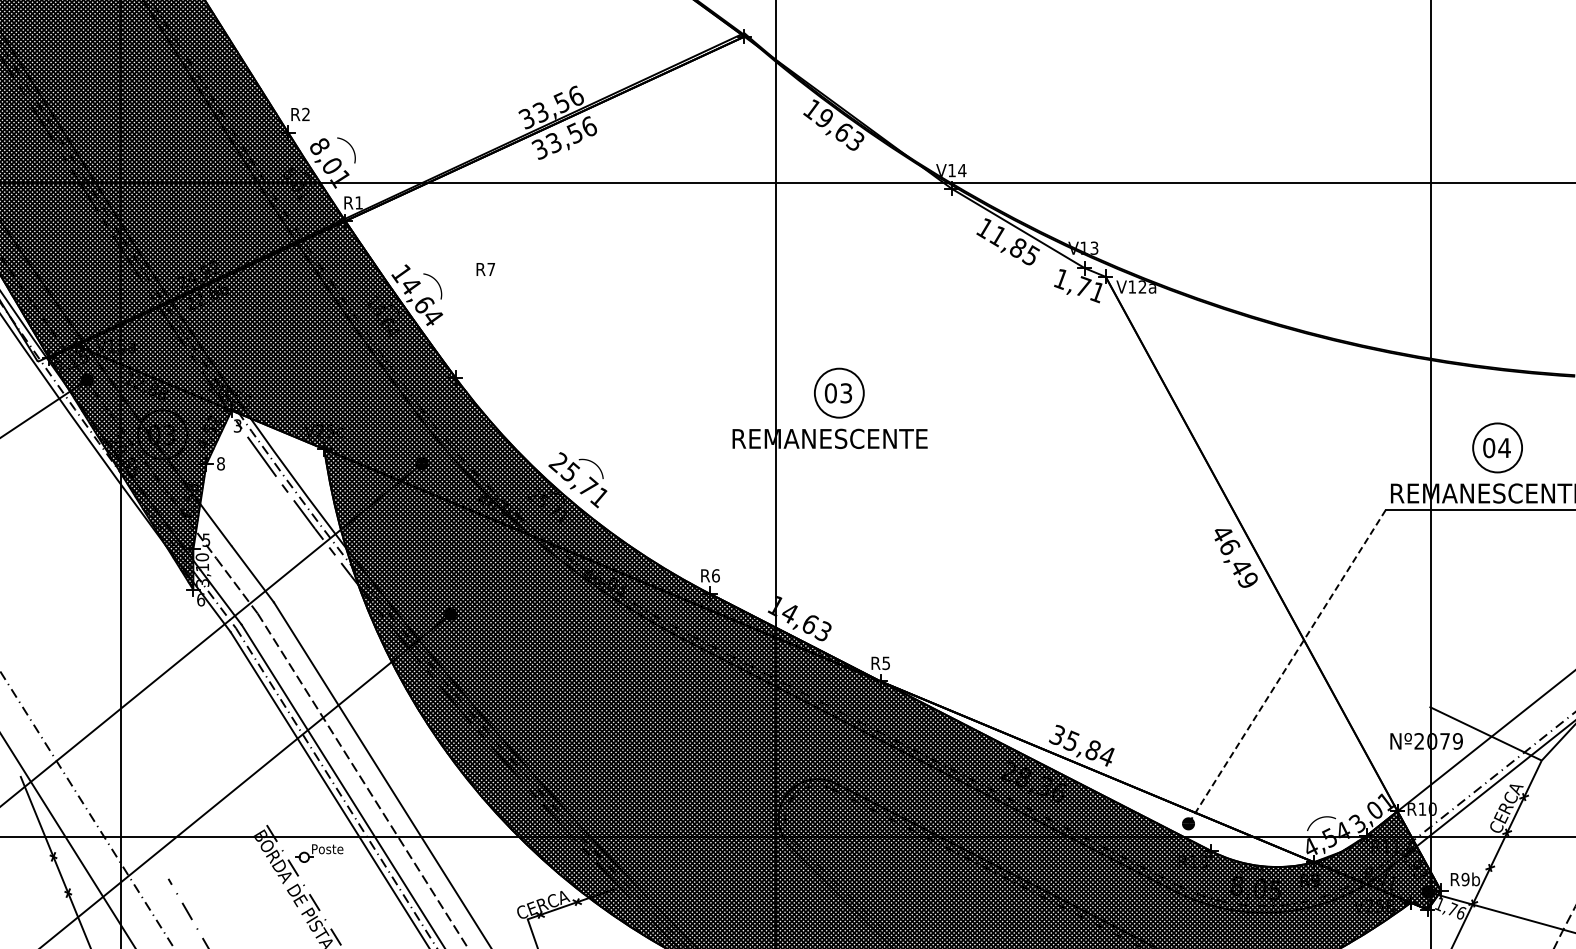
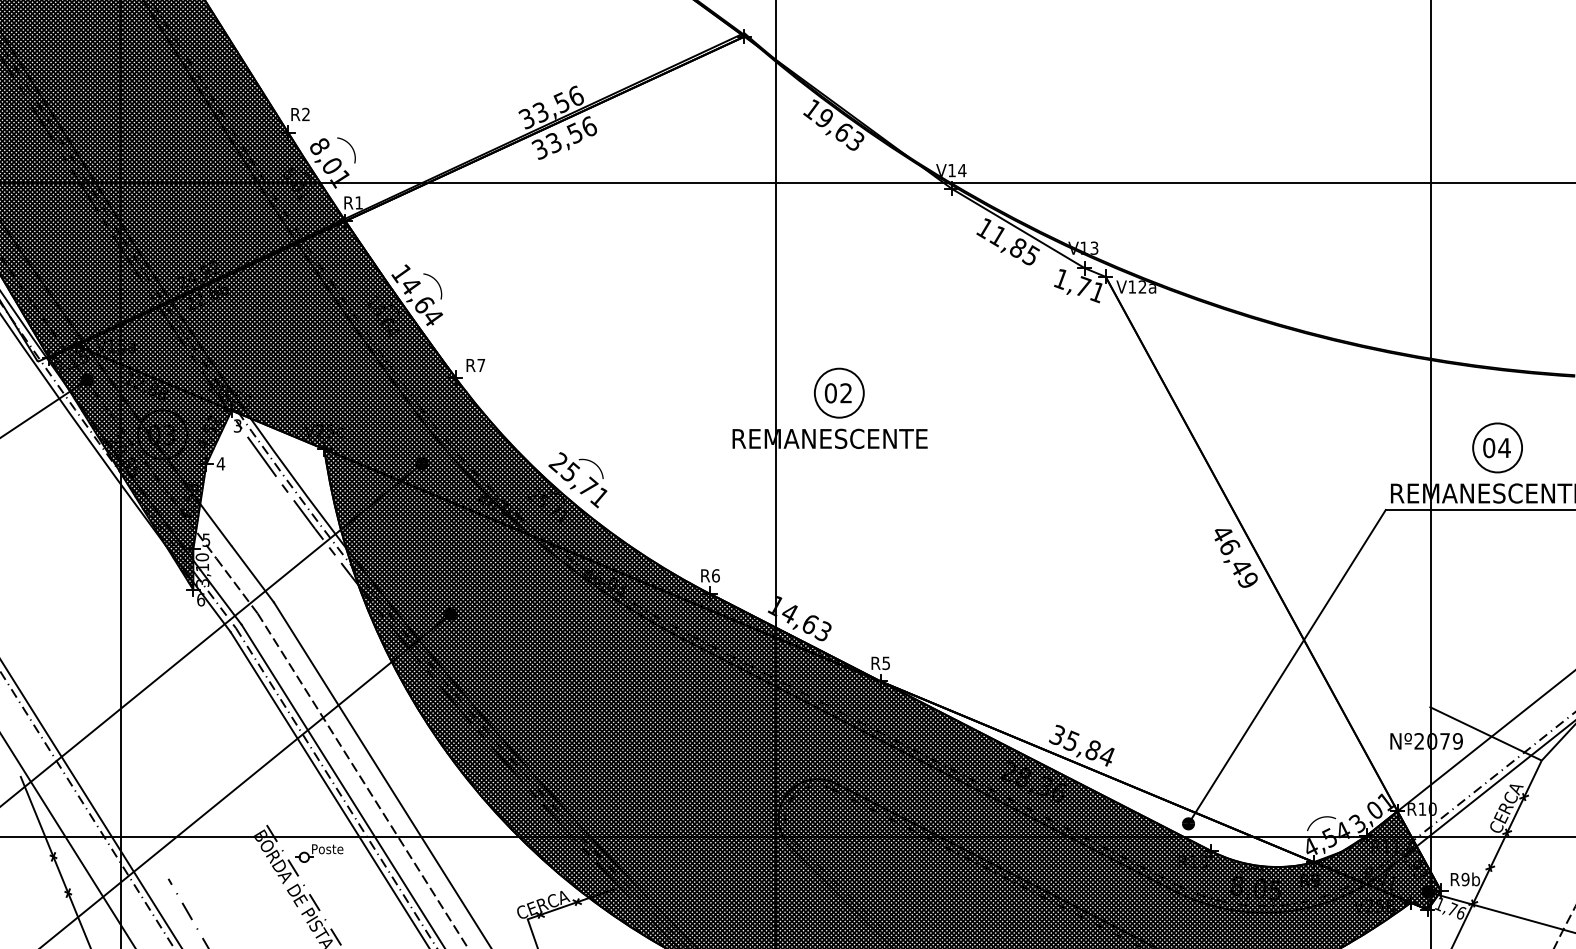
text at (485, 269) position: (485, 269) -> (475, 365)
text at (846, 393): 03 -> 02
text at (220, 463): 8 -> 4
line at (1286, 667): dashed -> solid
line at (91, 803): none -> present
